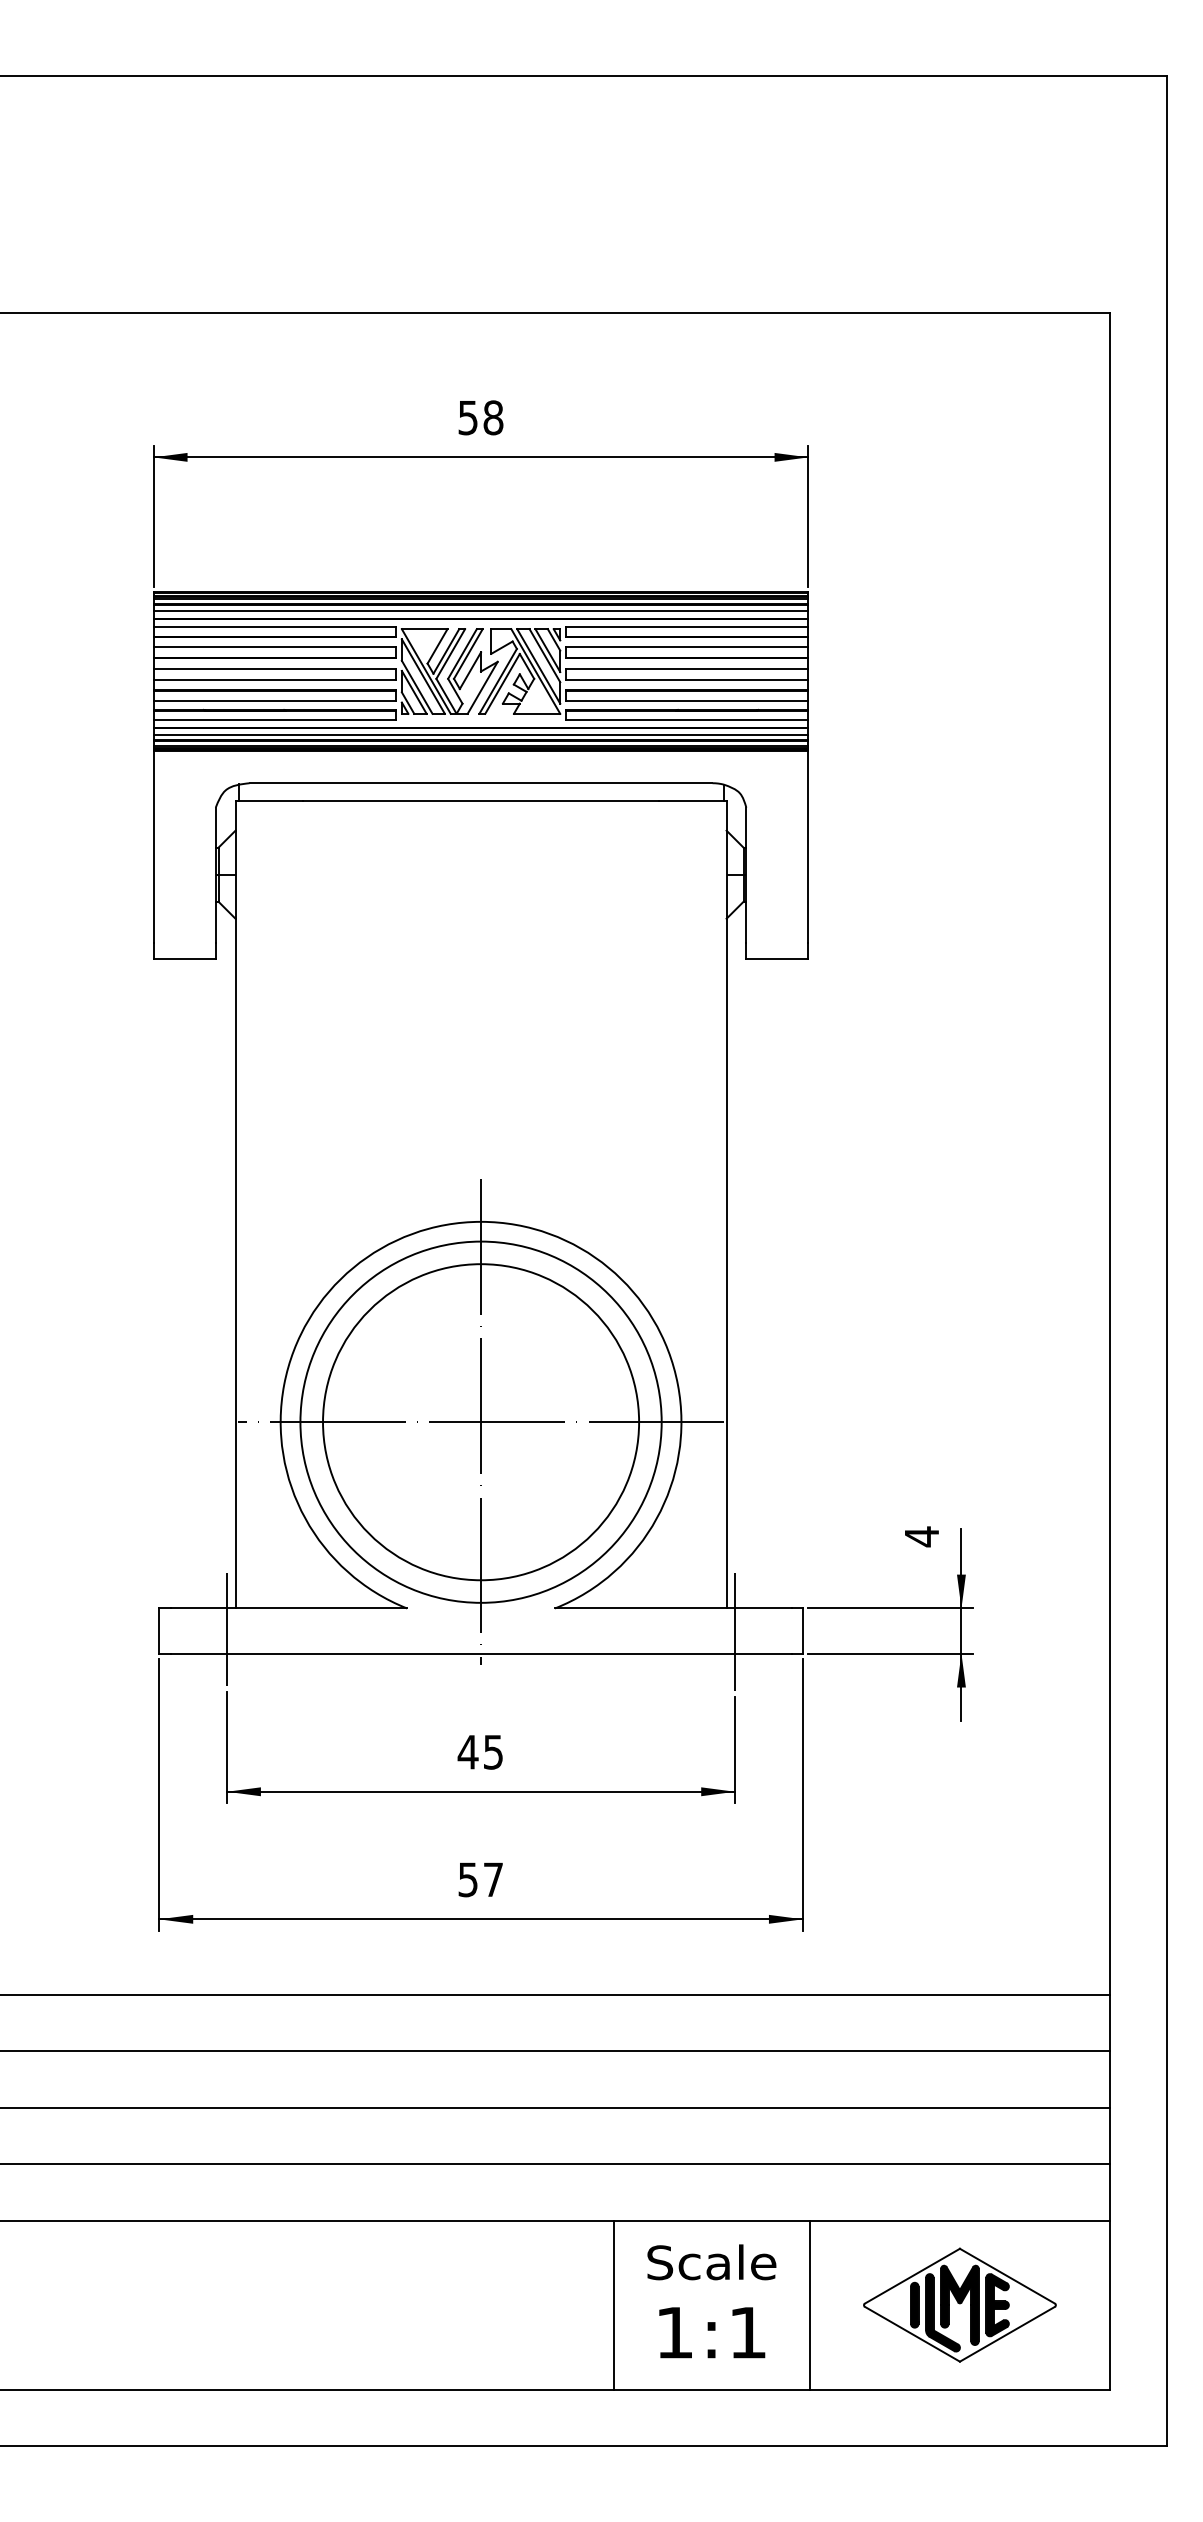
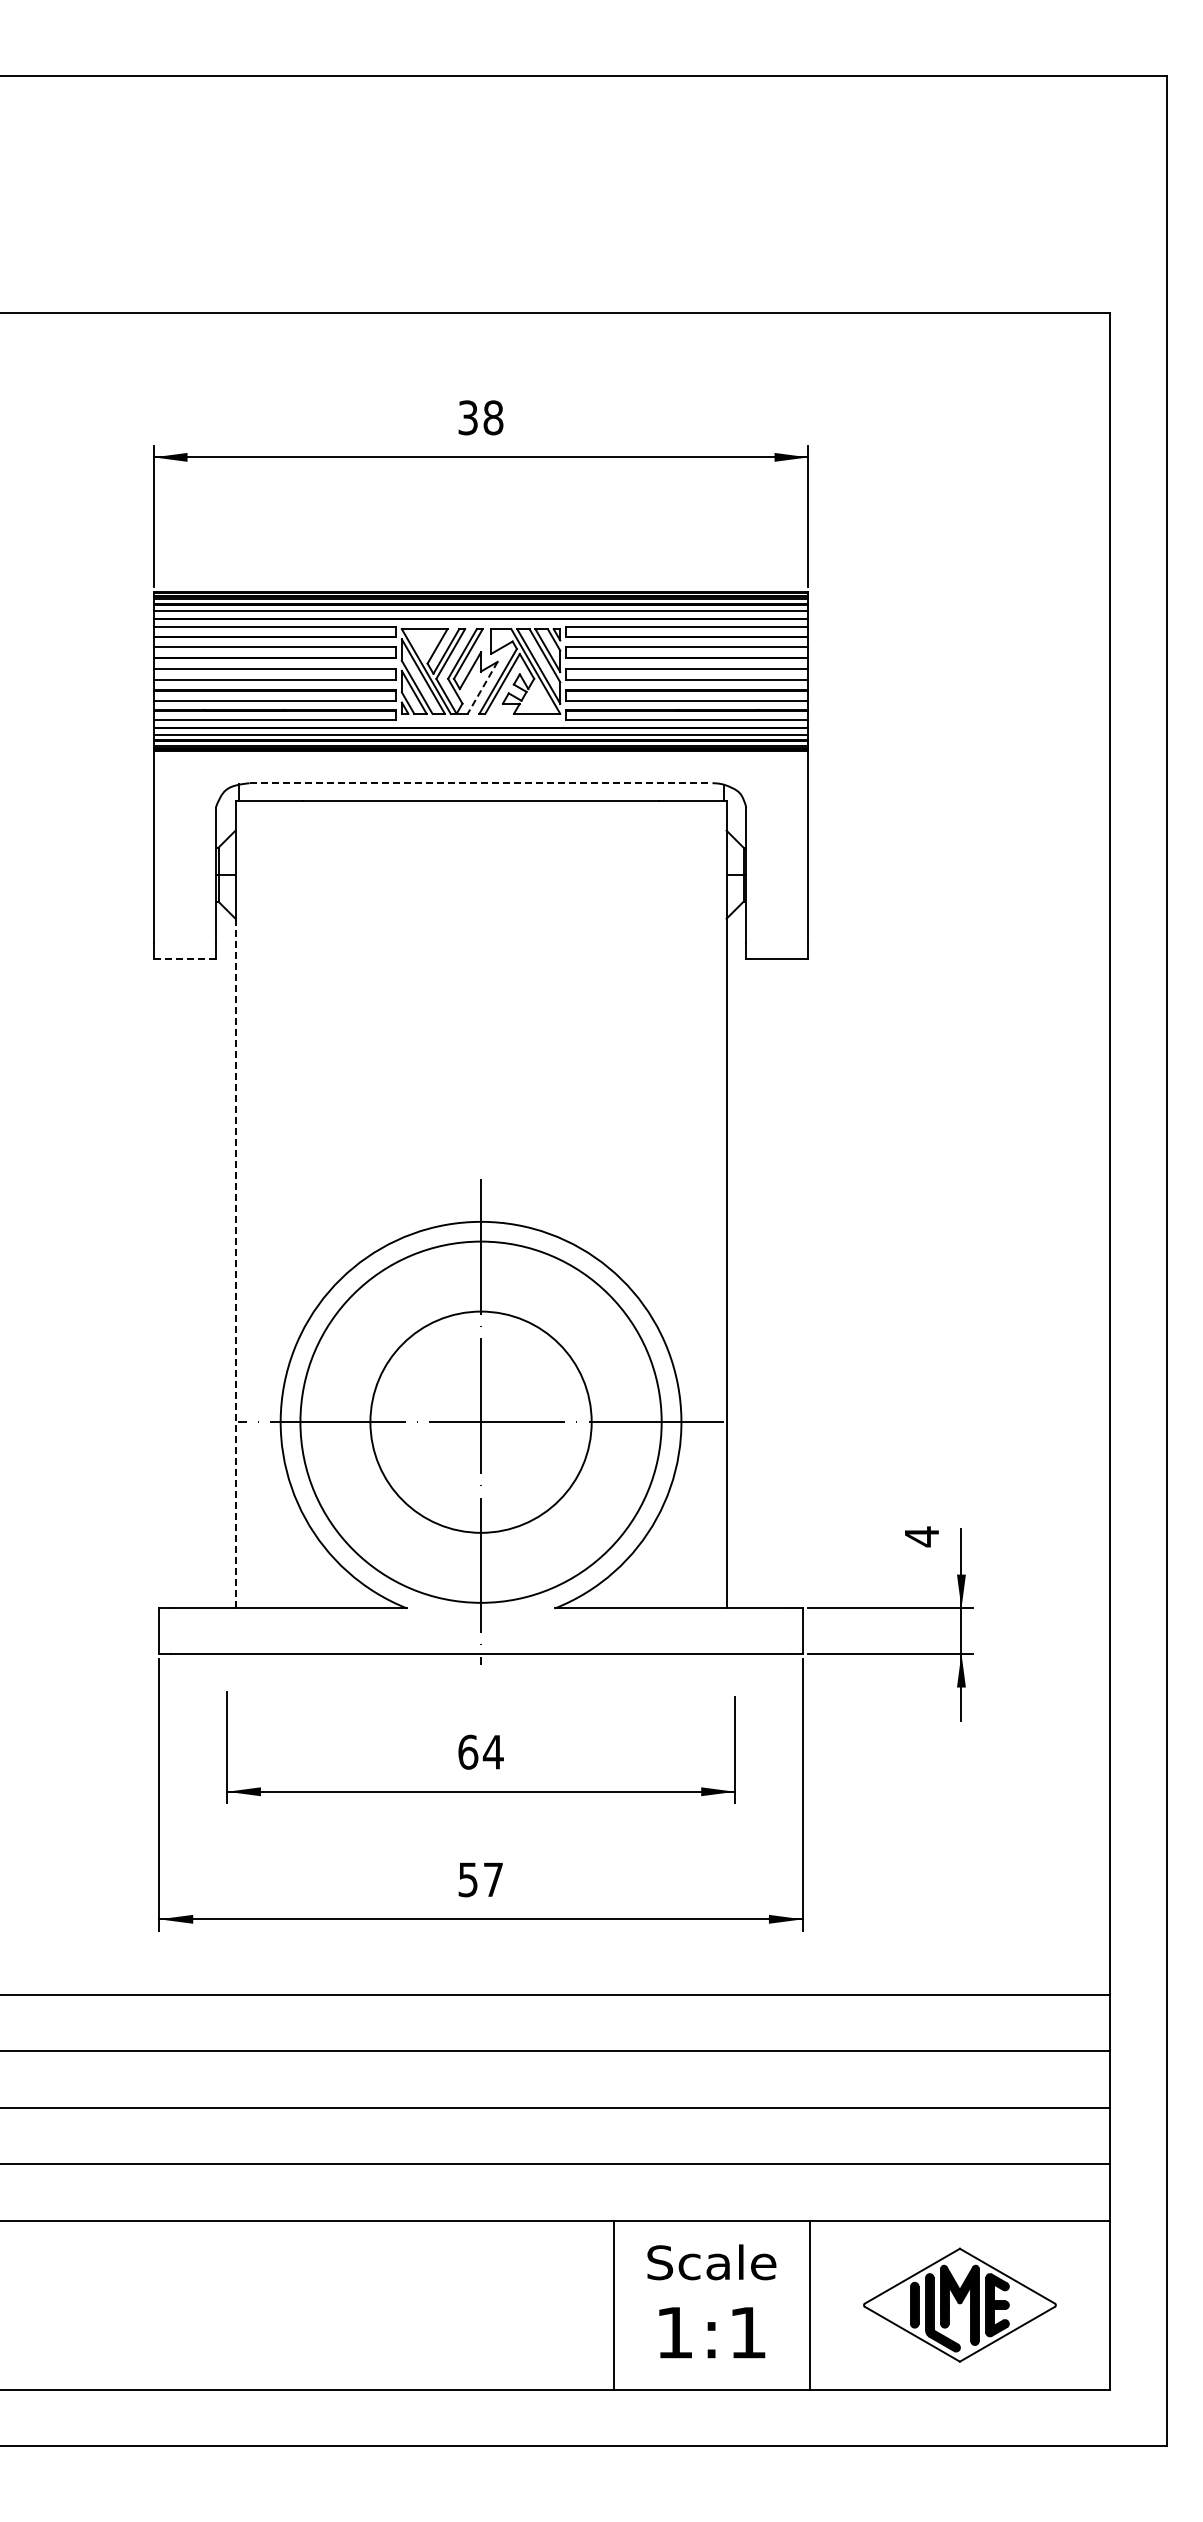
text at (468, 417): 58 -> 38
line at (482, 687): solid -> dashed
line at (481, 783): solid -> dashed
line at (185, 959): solid -> dashed
line at (235, 1263): solid -> dashed
circle at (481, 1422) diameter: 316 px -> 221 px
line at (227, 1629): present -> none
line at (735, 1631): present -> none
text at (480, 1751): 45 -> 64
